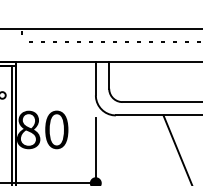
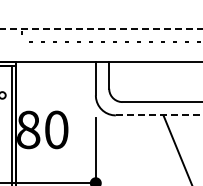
line at (101, 28): solid -> dashed
line at (159, 115): solid -> dashed
